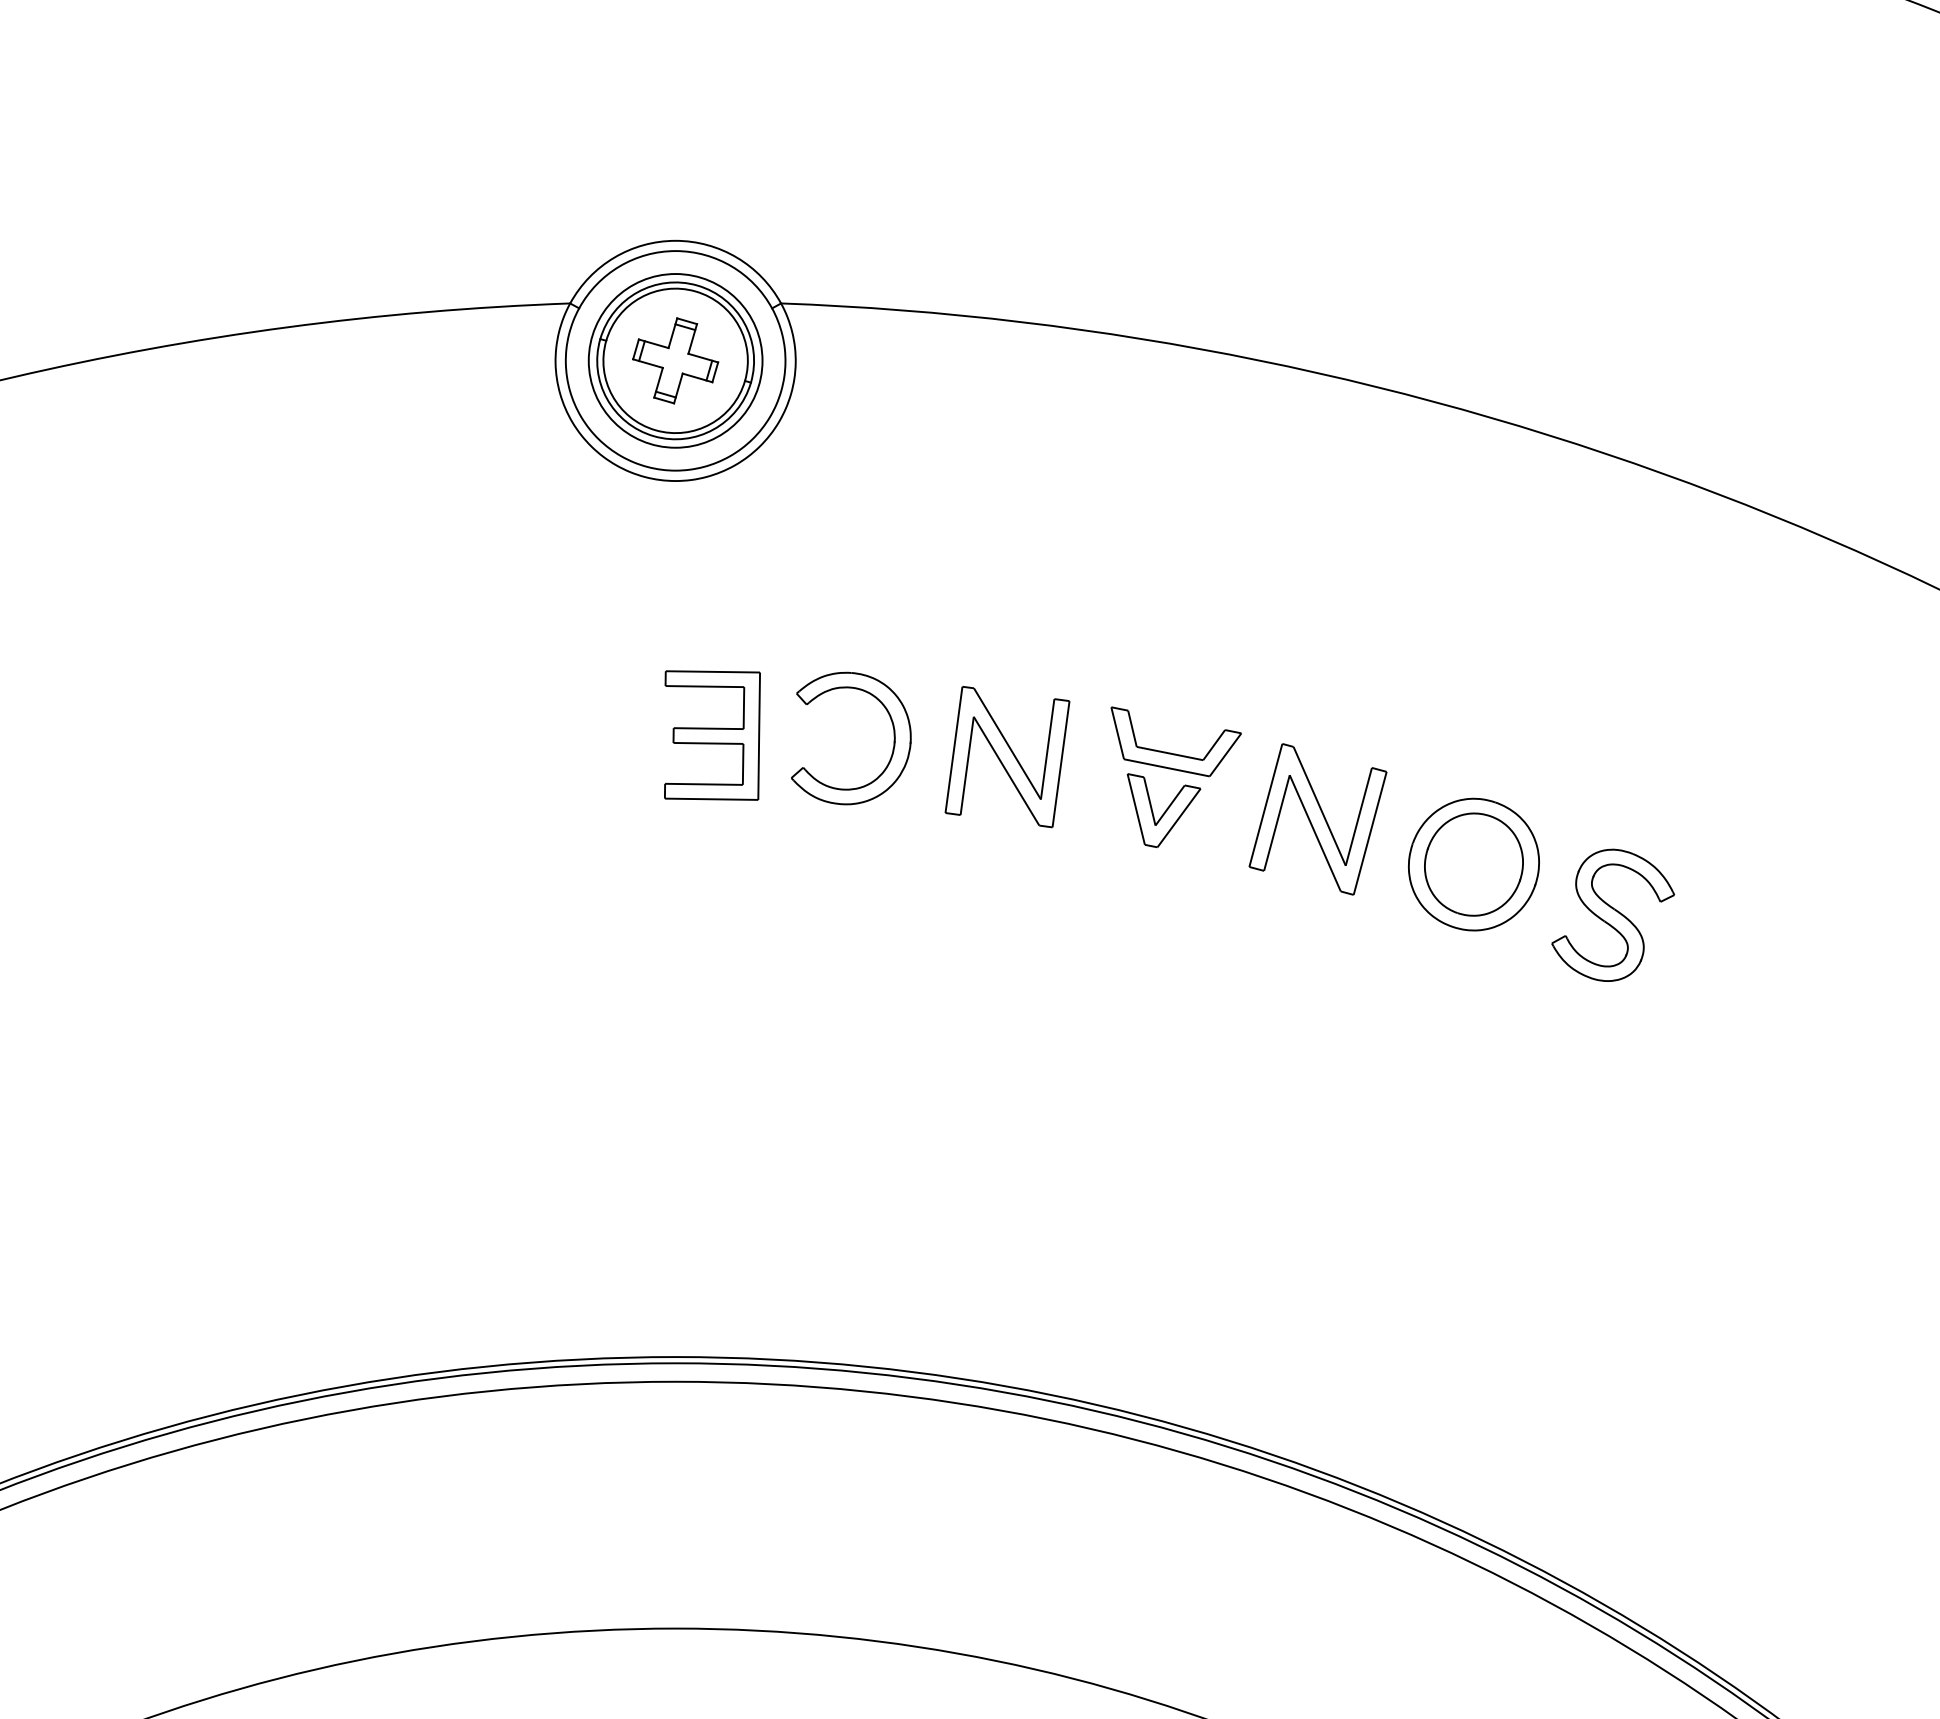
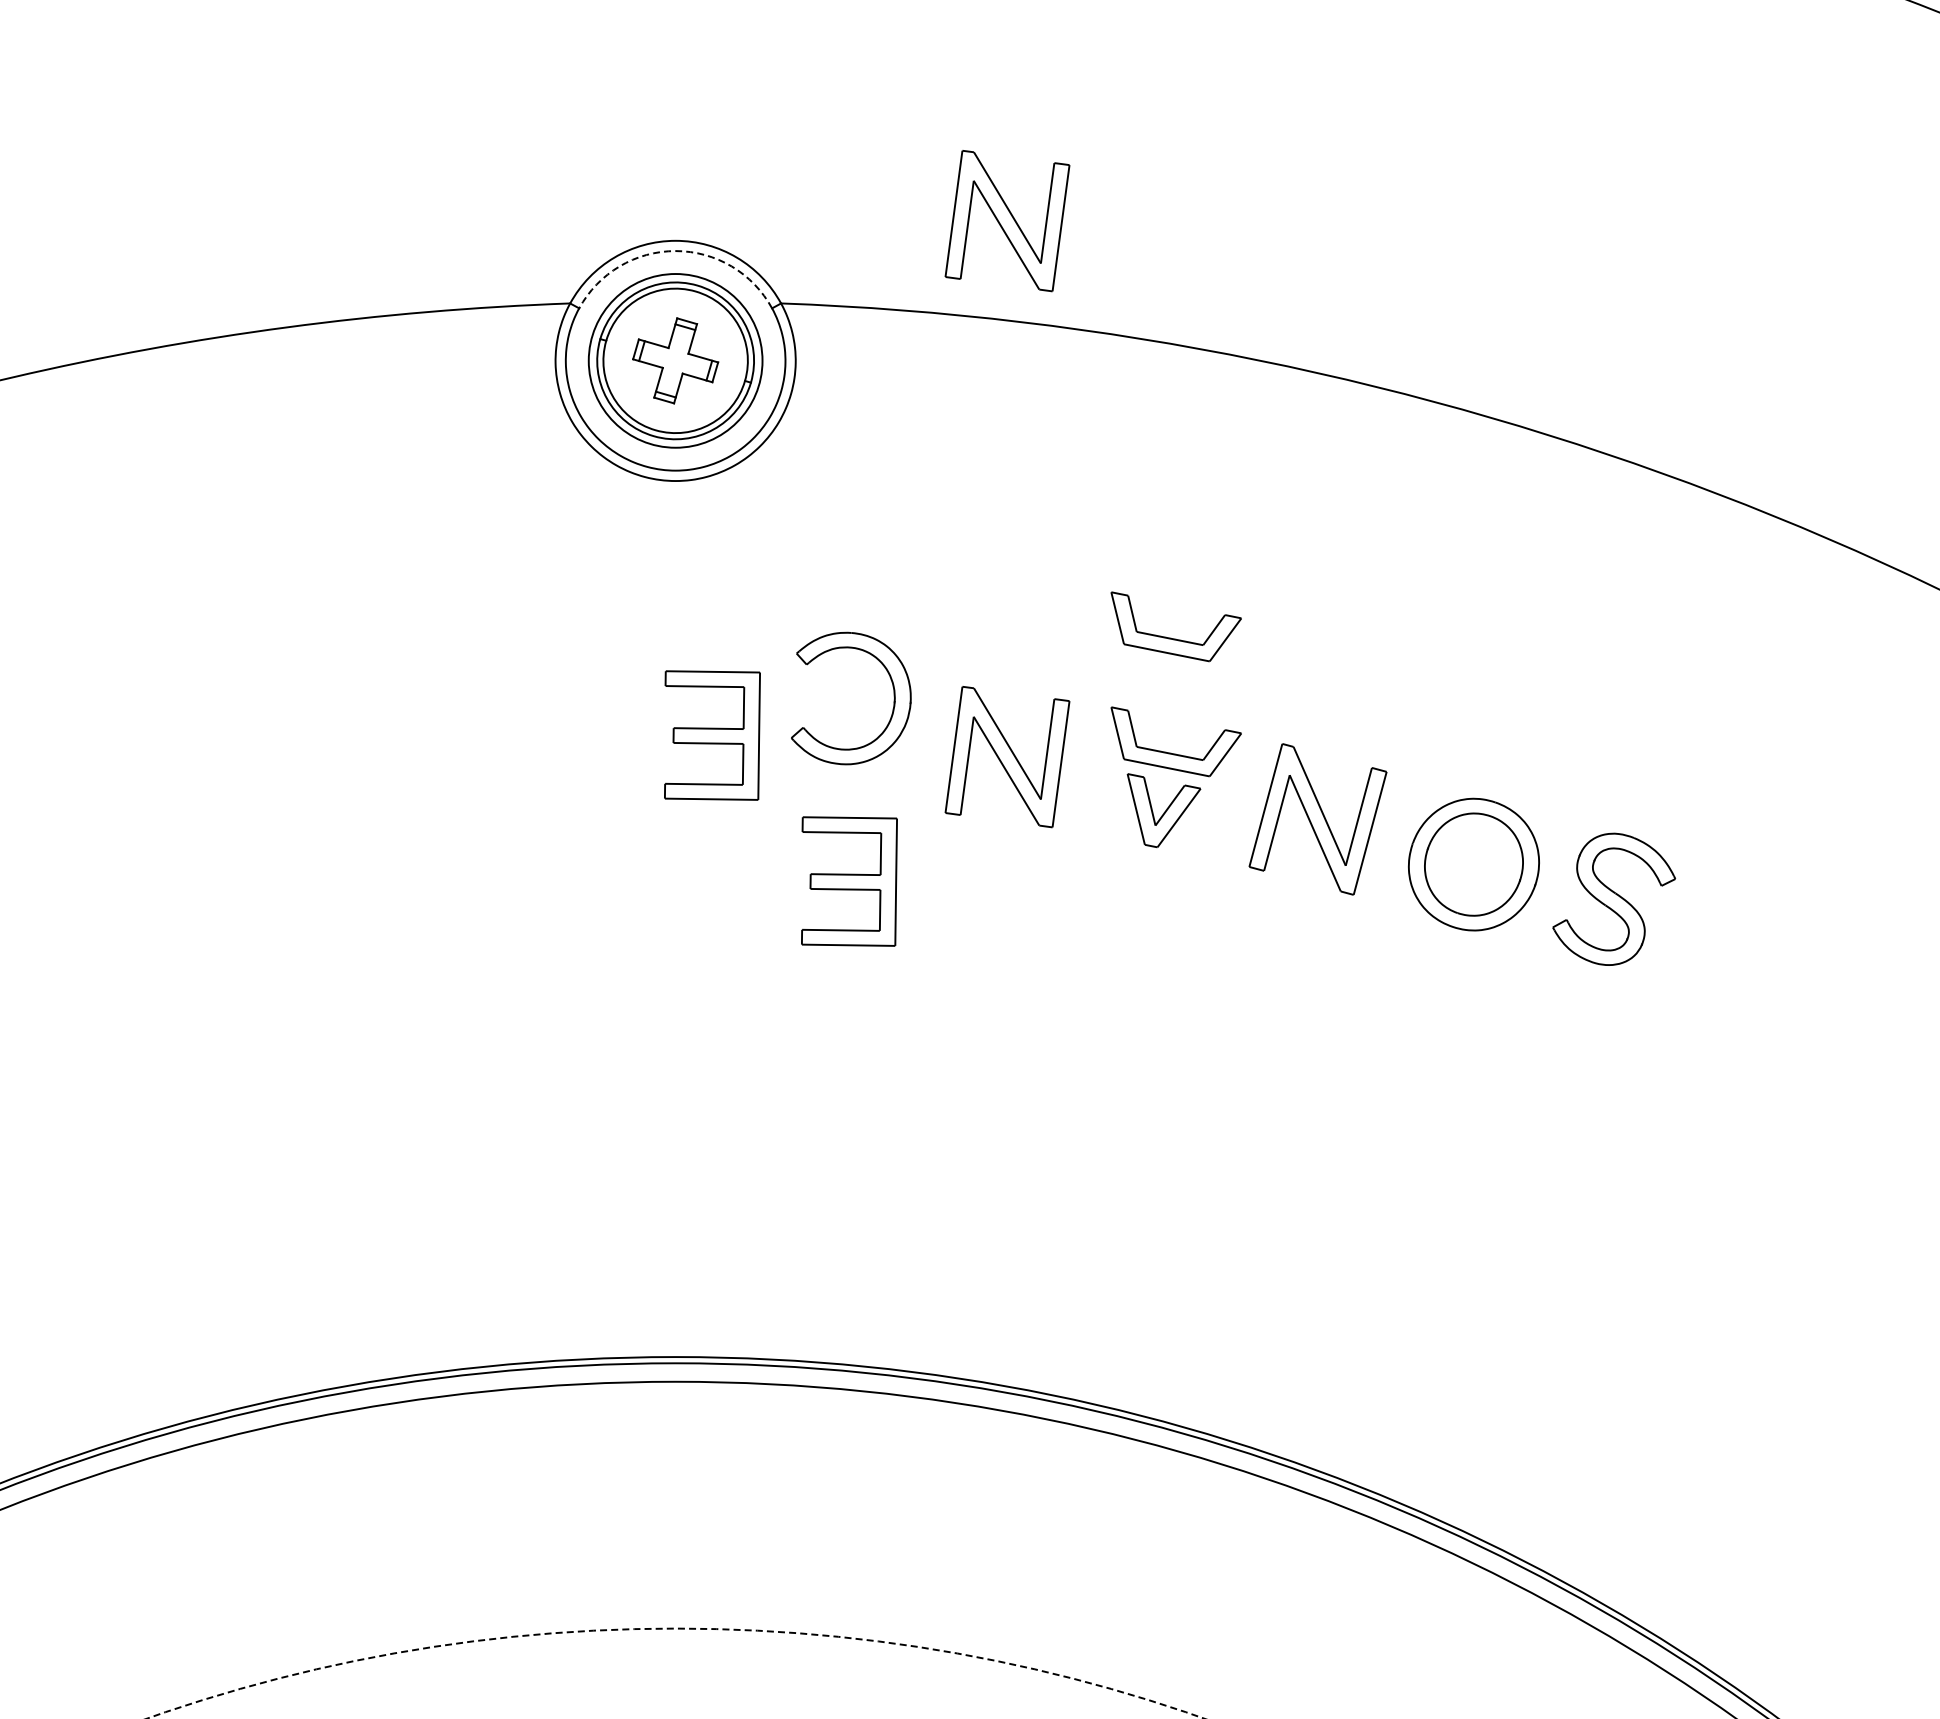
part at (1007, 221): none -> present
arc at (675, 251): solid -> dashed
part at (1171, 637): none -> present
part at (893, 739) position: (893, 739) -> (893, 699)
part at (849, 881): none -> present
part at (1613, 914) position: (1613, 914) -> (1614, 898)
circle at (675, 1673): solid -> dashed
